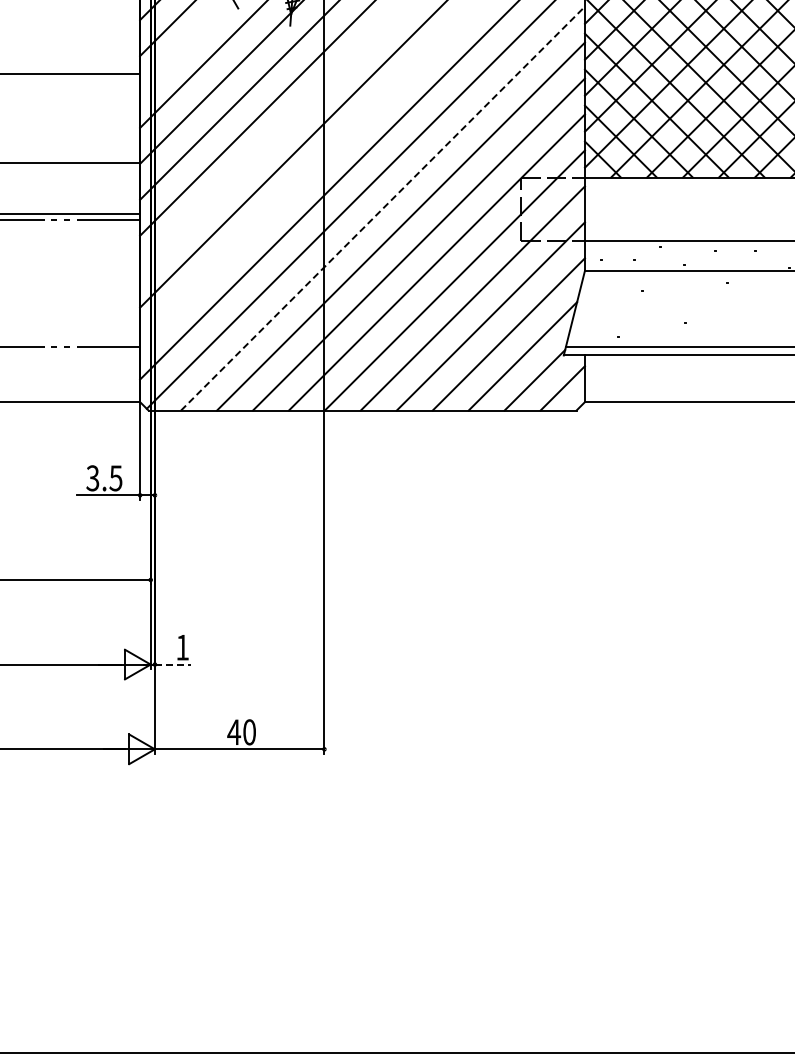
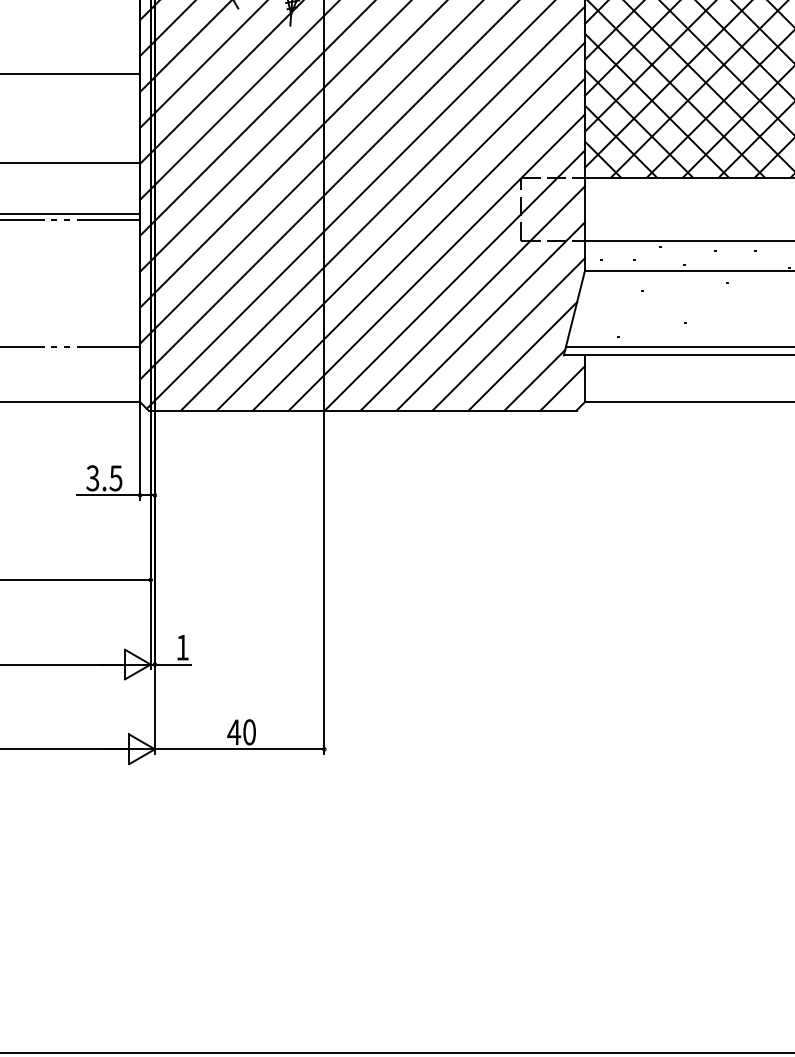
line at (184, 47): none -> present
line at (274, 136): none -> present
line at (310, 172): none -> present
line at (383, 208): dashed -> solid
line at (173, 664): dashed -> solid
